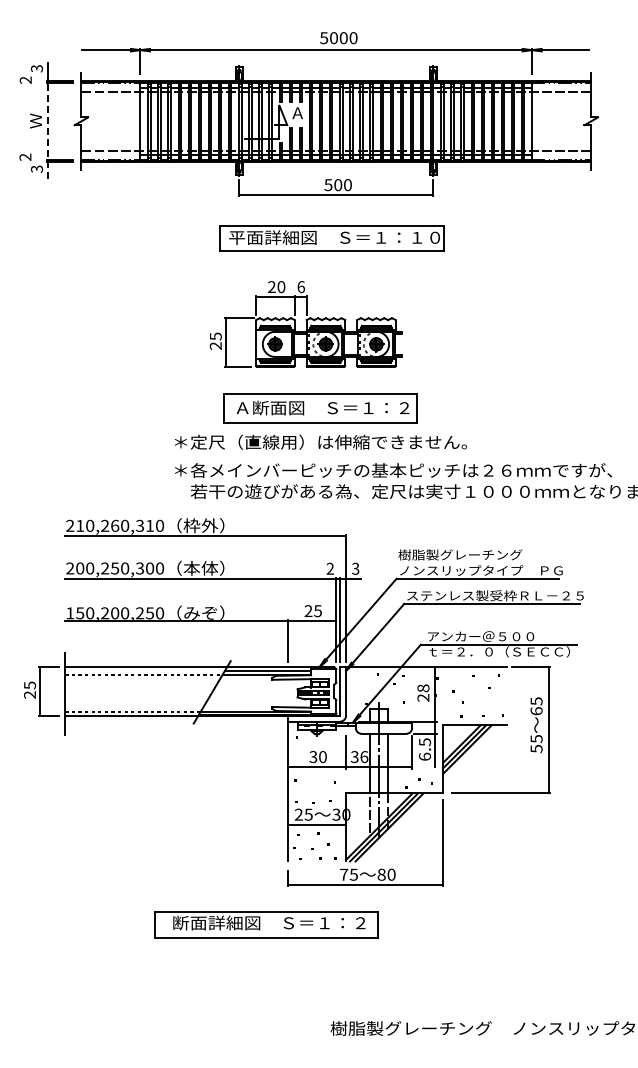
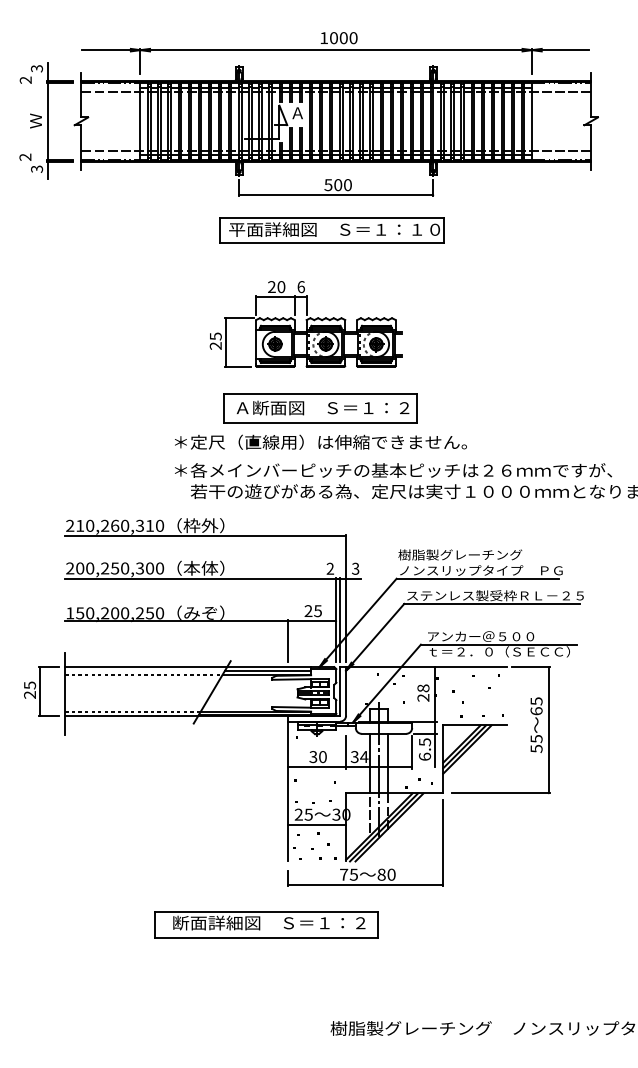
text at (324, 38): 5000 -> 1000
line at (48, 130): dashed -> solid
part at (331, 238) position: (331, 238) -> (331, 230)
text at (364, 757): 36 -> 34
